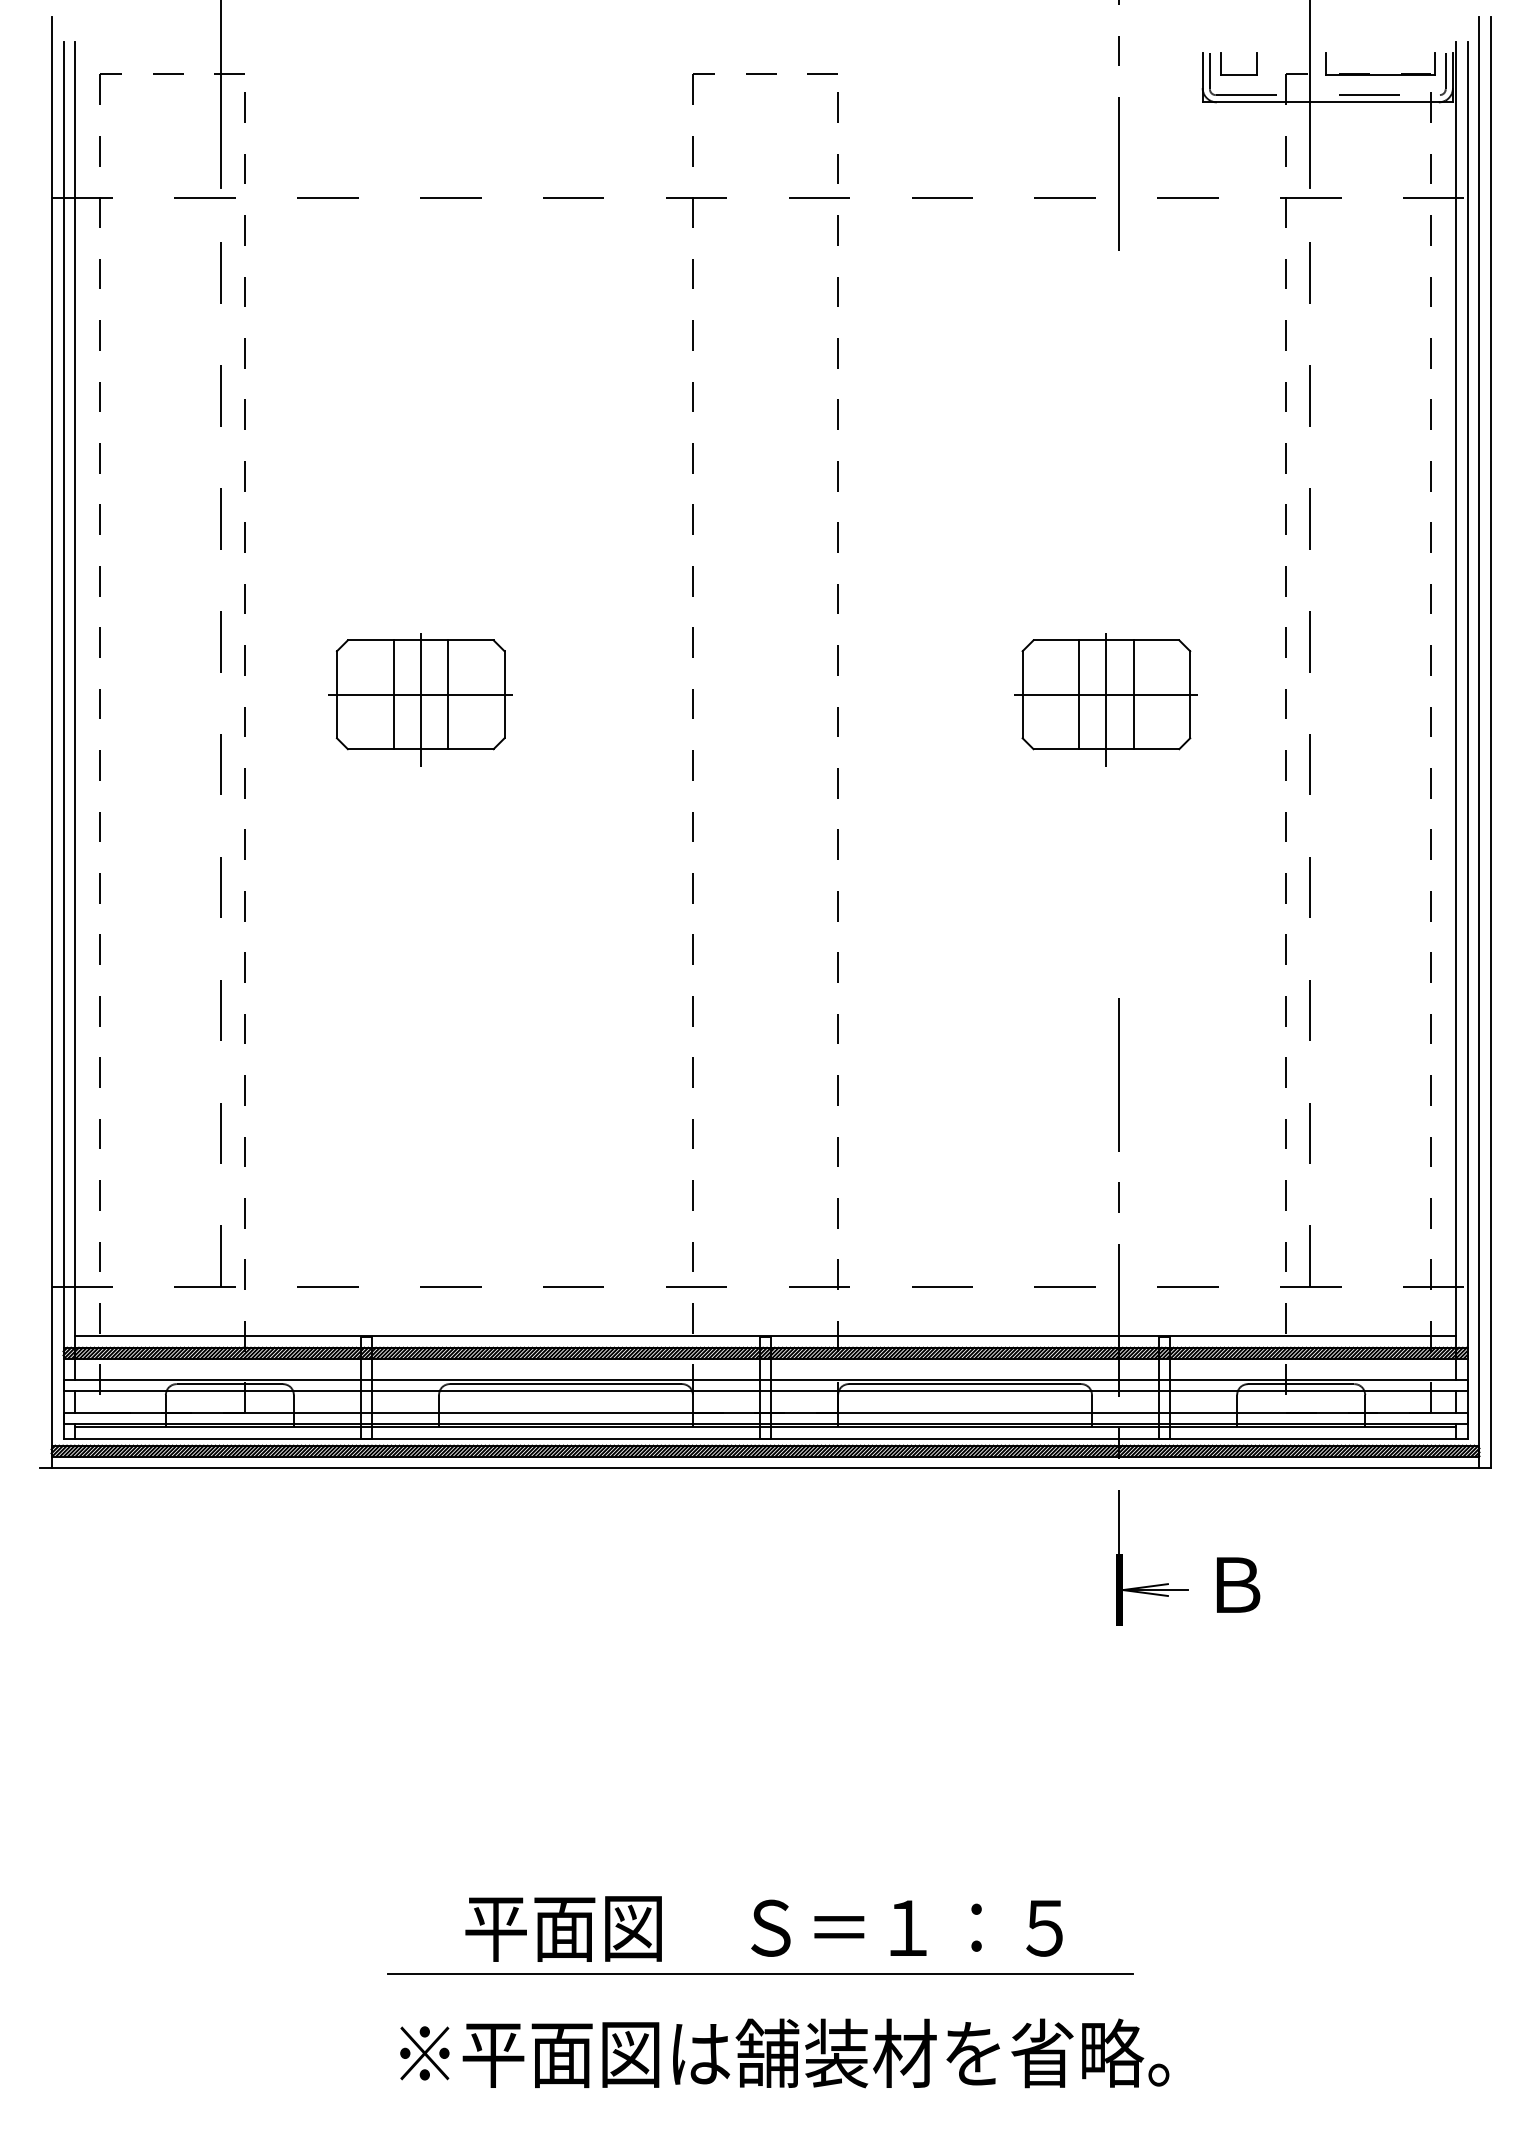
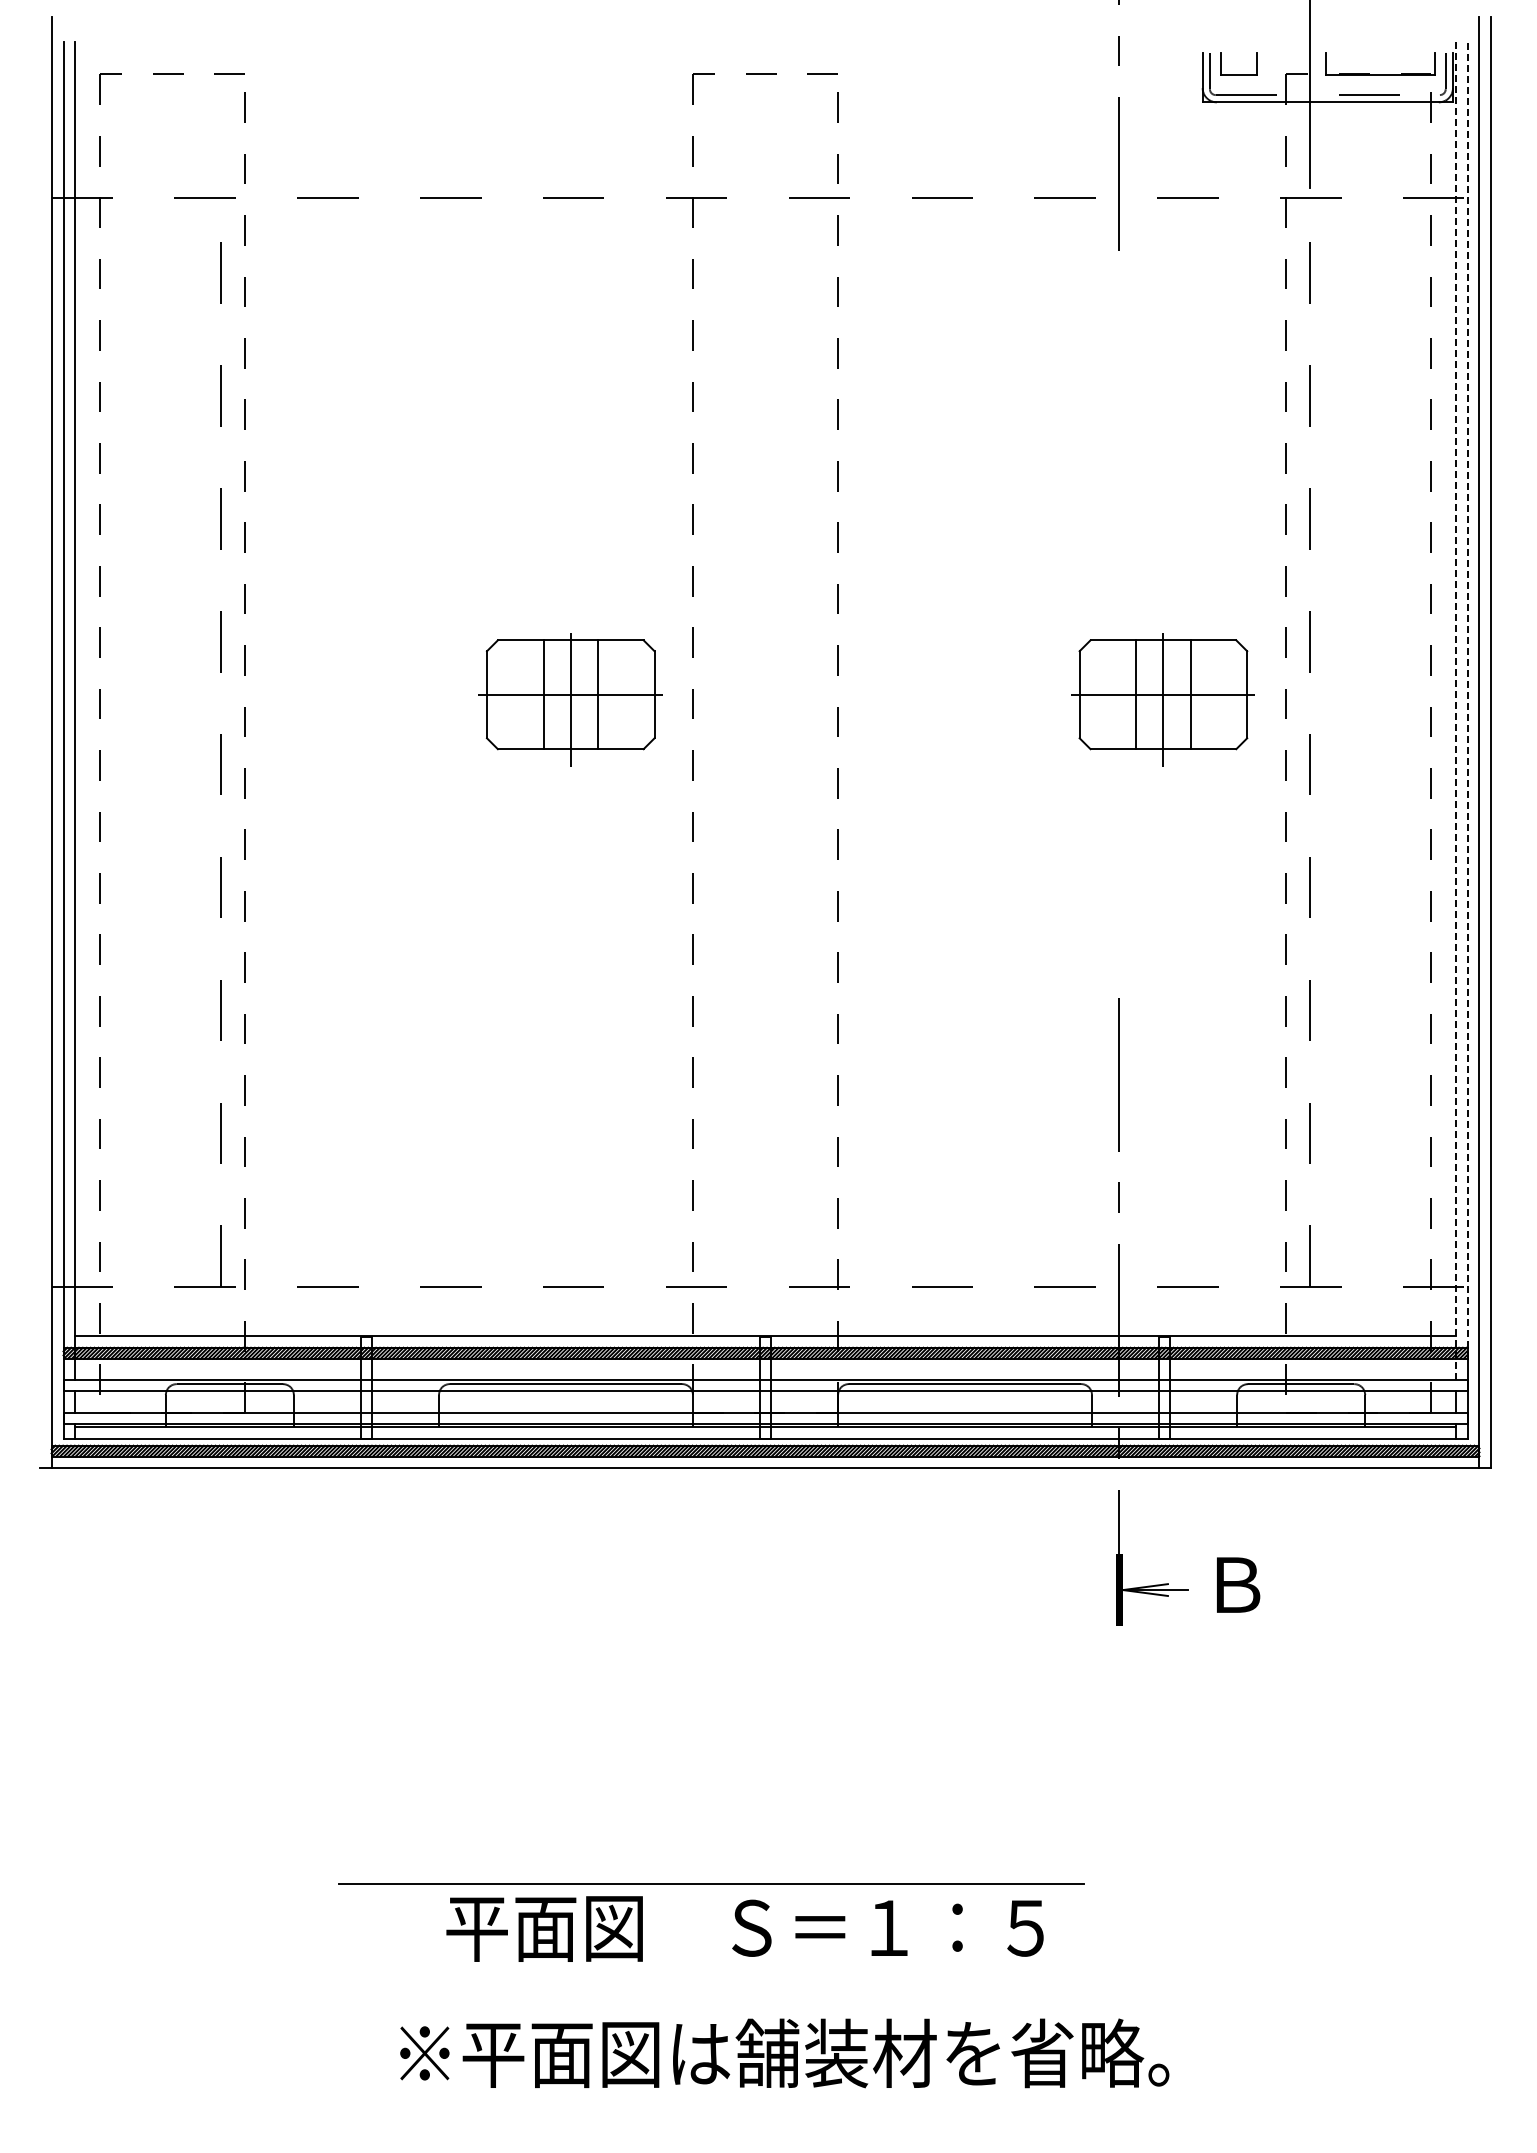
line at (221, 94): present -> none
part at (420, 699) position: (420, 699) -> (570, 699)
part at (1105, 699) position: (1105, 699) -> (1162, 699)
line at (1467, 699): solid -> dashed
line at (1455, 710): solid -> dashed
text at (763, 1928) position: (763, 1928) -> (744, 1928)
line at (760, 1973) position: (760, 1973) -> (711, 1883)
